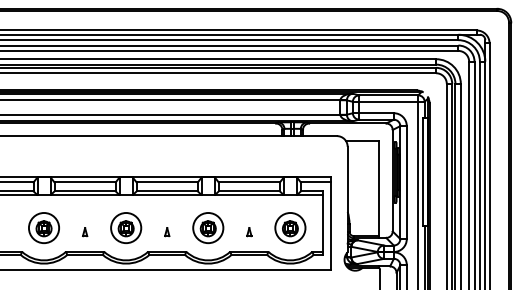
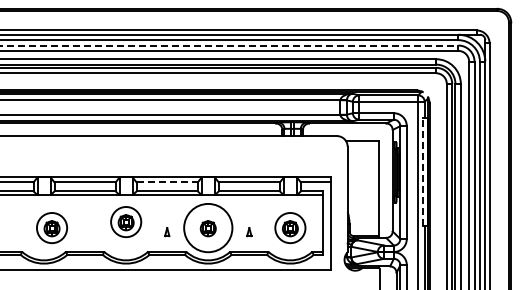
line at (229, 45): solid -> dashed
line at (422, 172): solid -> dashed
line at (167, 182): solid -> dashed
part at (43, 227) position: (43, 227) -> (51, 227)
part at (126, 227) position: (126, 227) -> (126, 221)
circle at (208, 228) diameter: 30 px -> 48 px
part at (85, 232): present -> none
